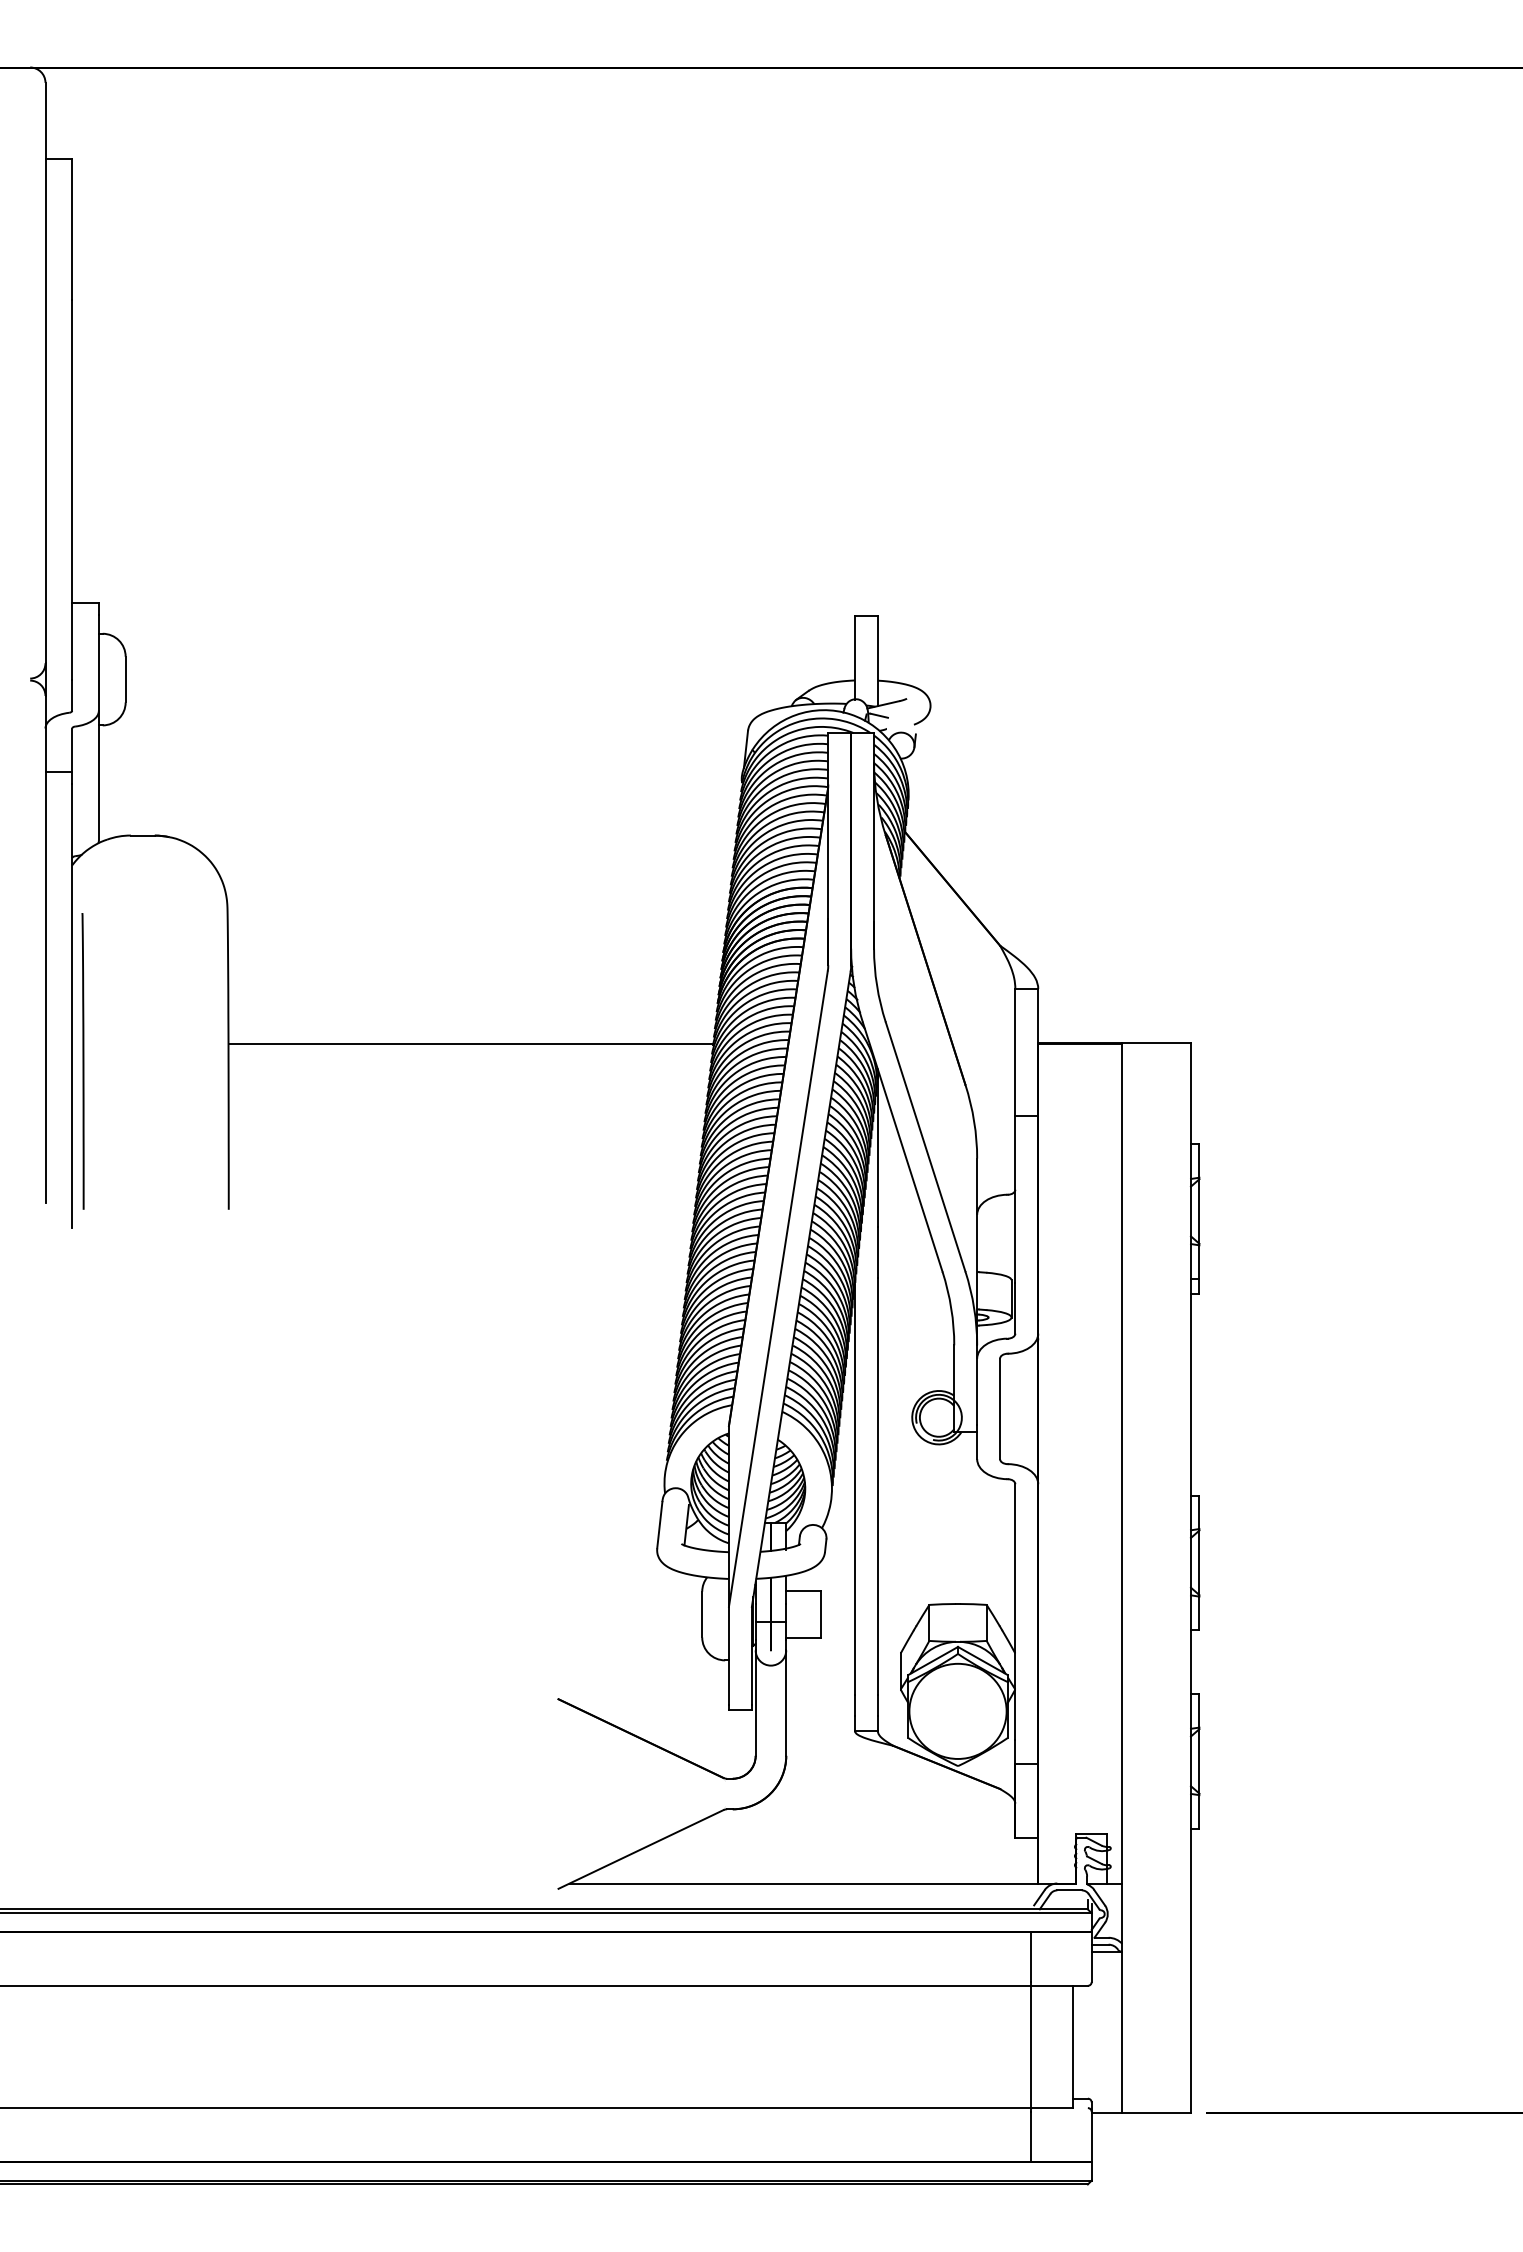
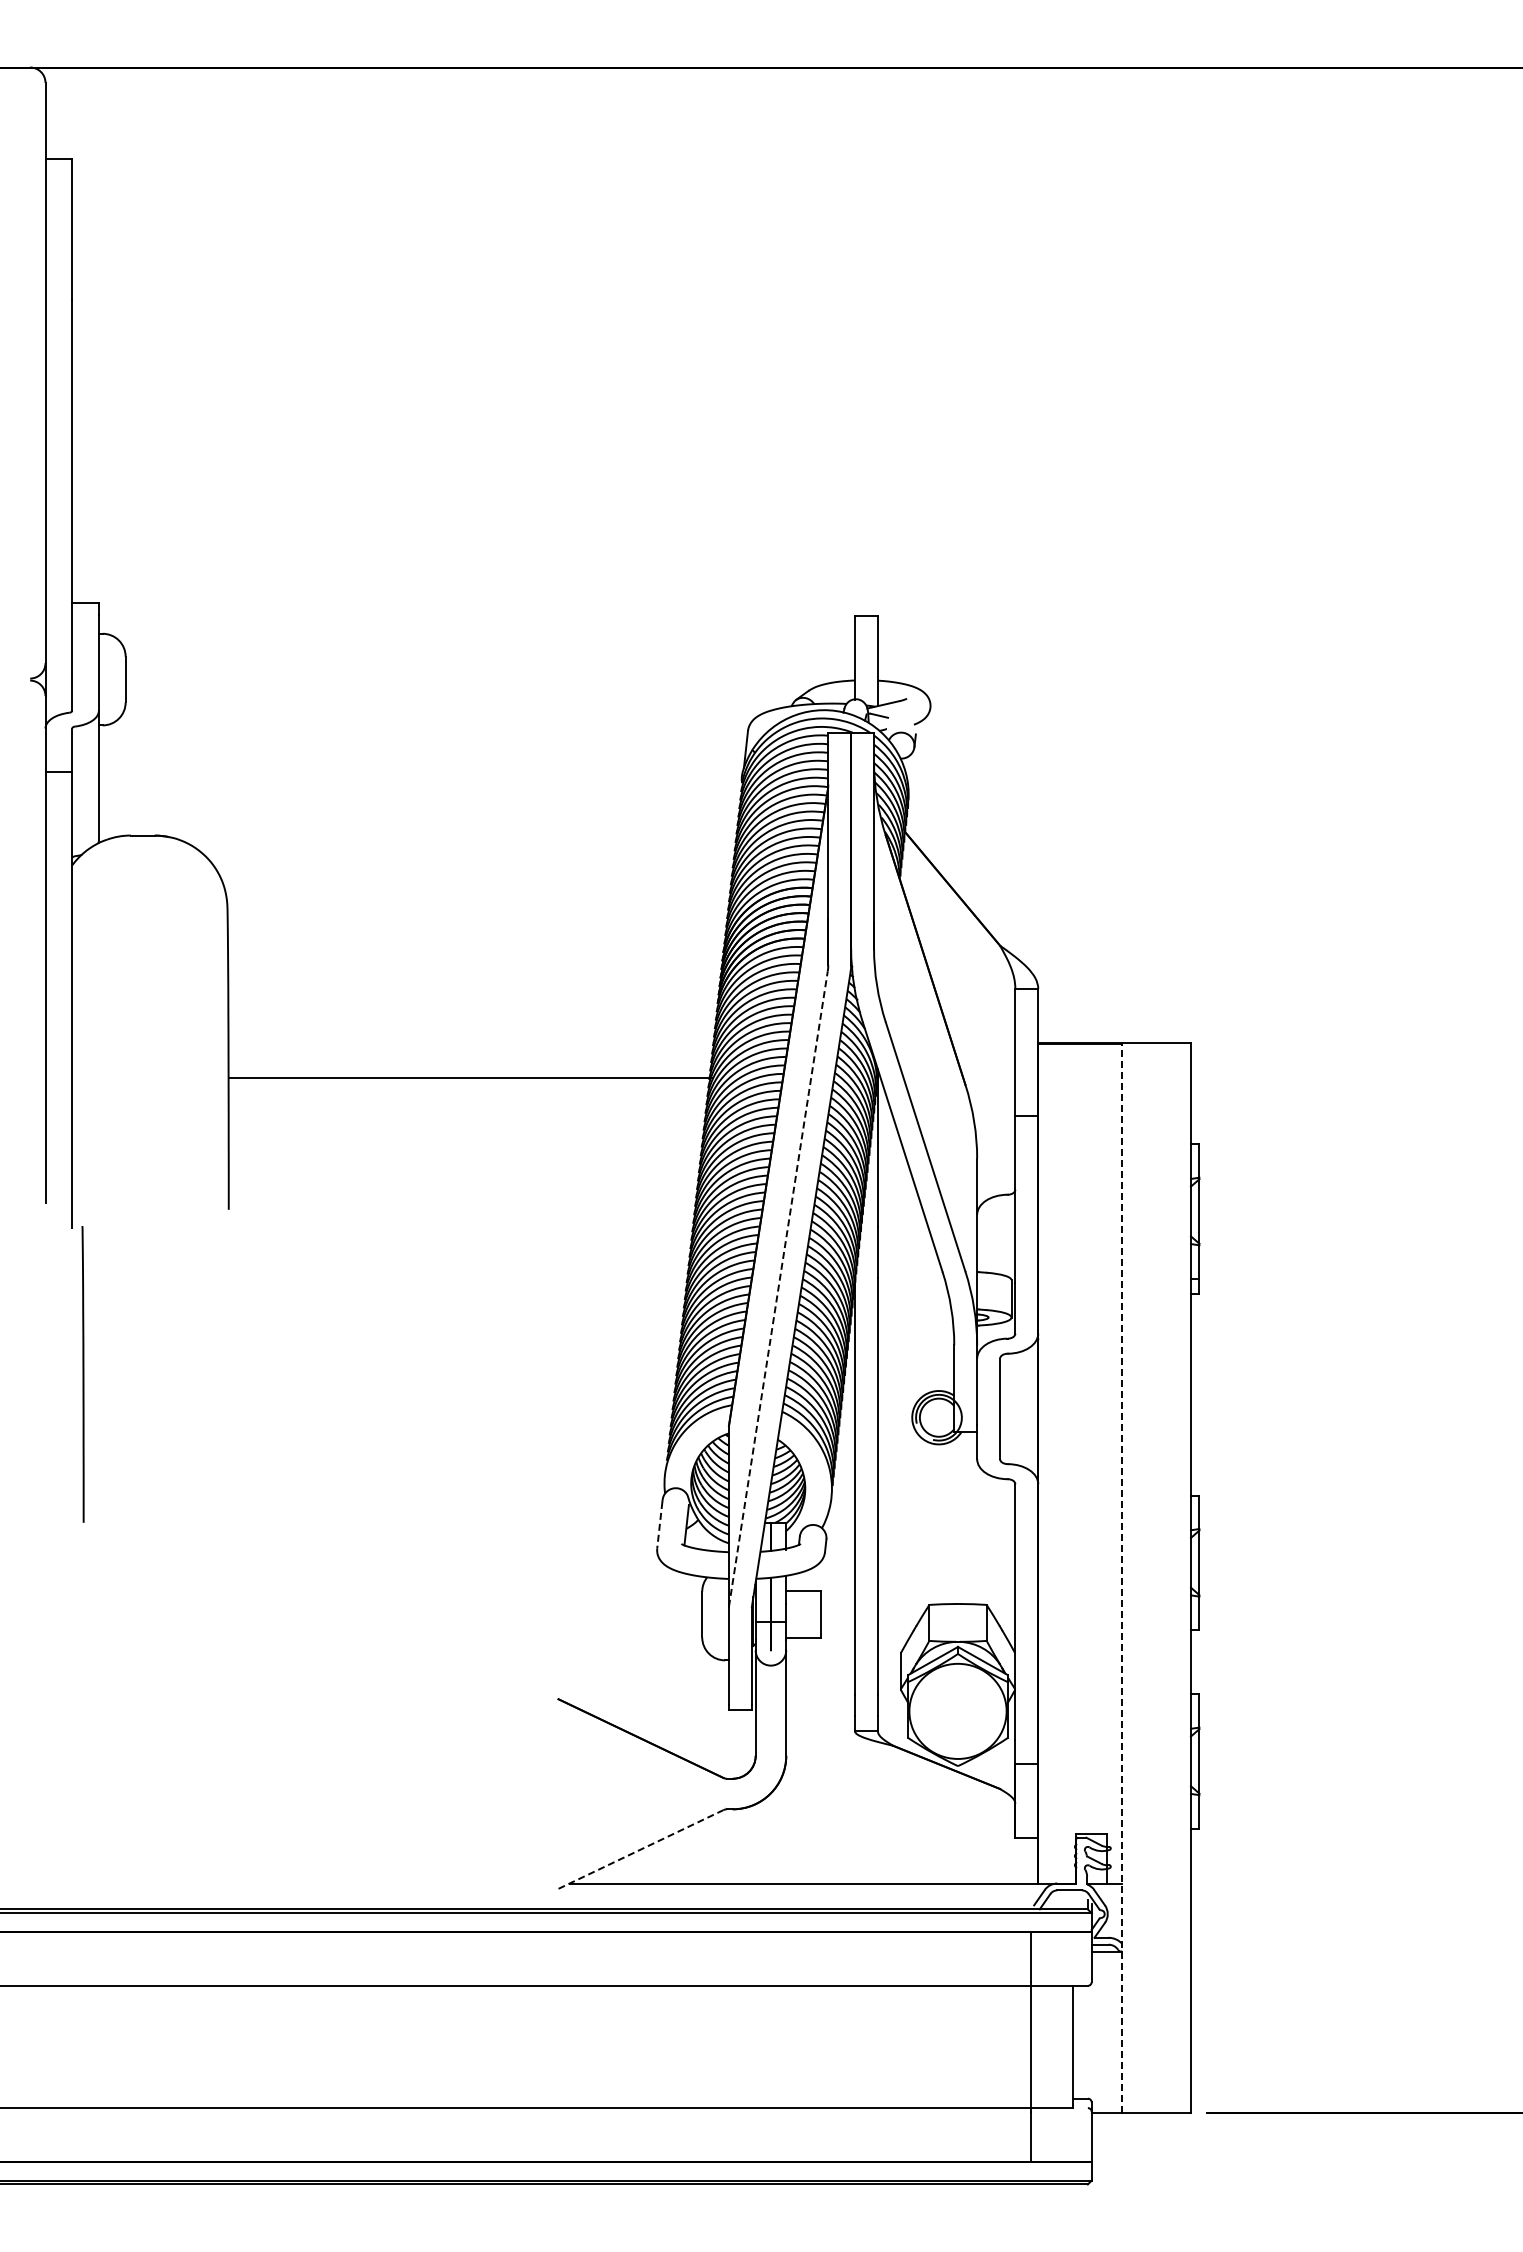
line at (470, 1043) position: (470, 1043) -> (470, 1077)
line at (82, 1061) position: (82, 1061) -> (82, 1374)
line at (778, 1288): solid -> dashed
line at (659, 1525): solid -> dashed
line at (1122, 1578): solid -> dashed
line at (641, 1849): solid -> dashed
